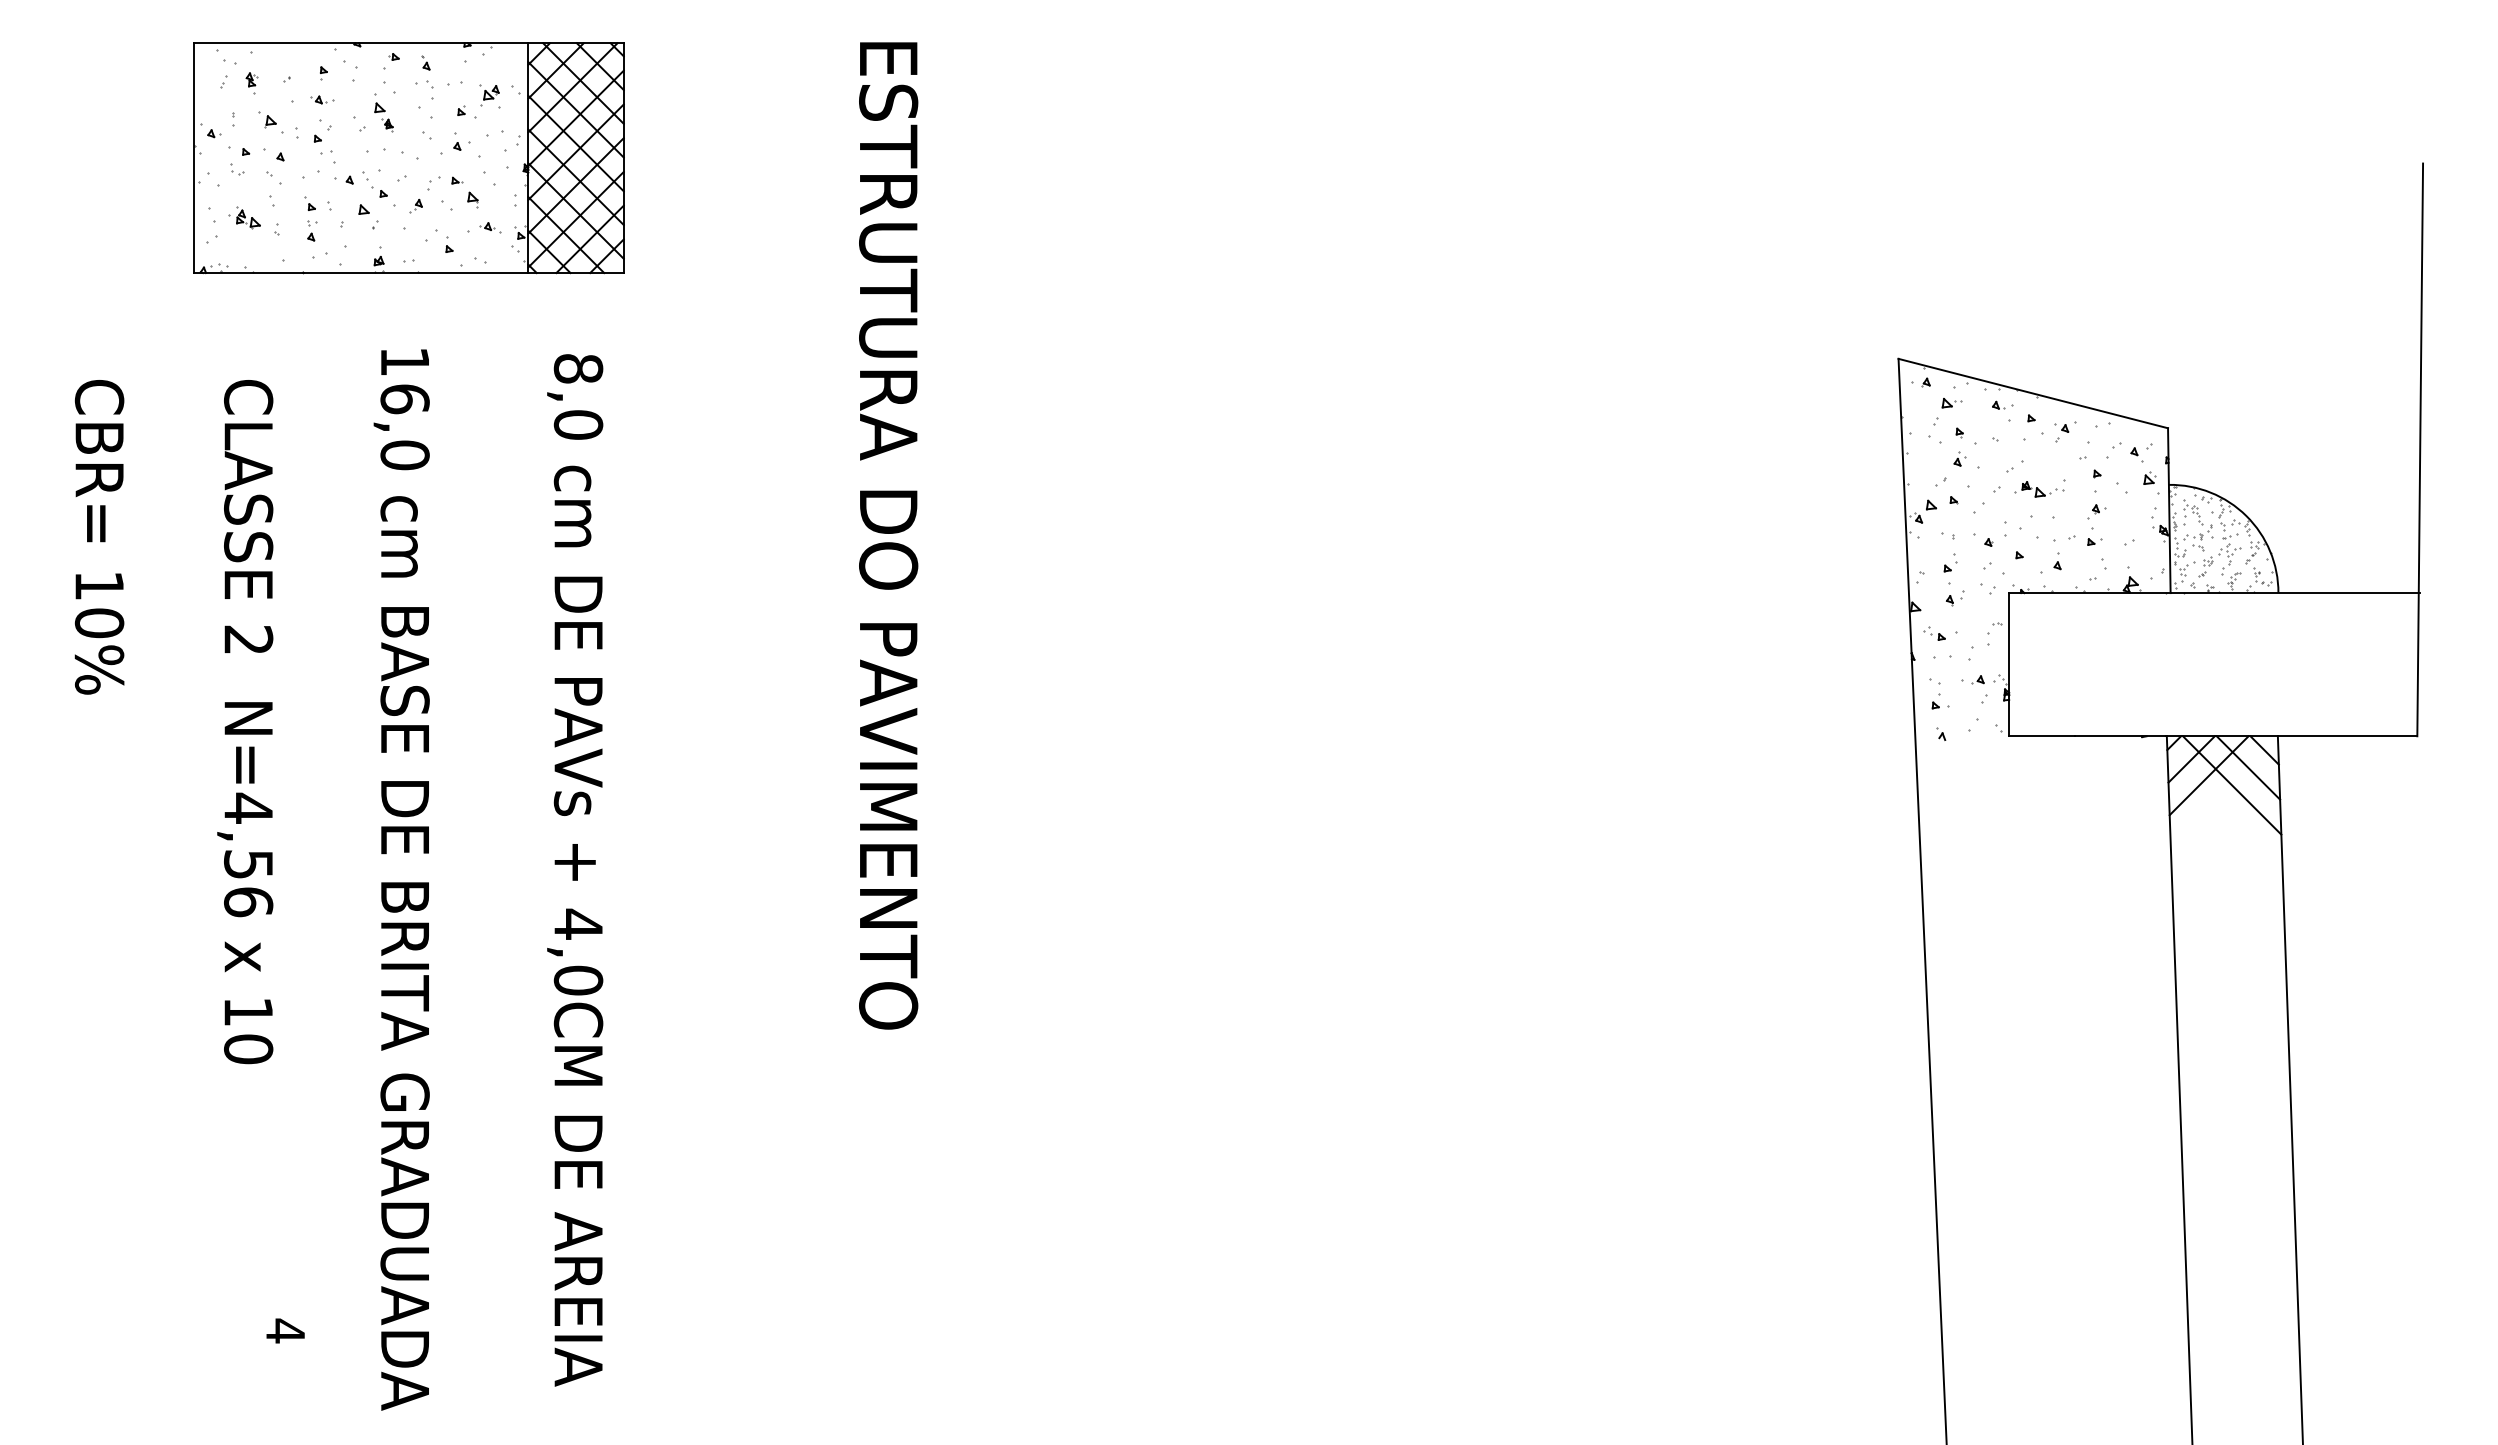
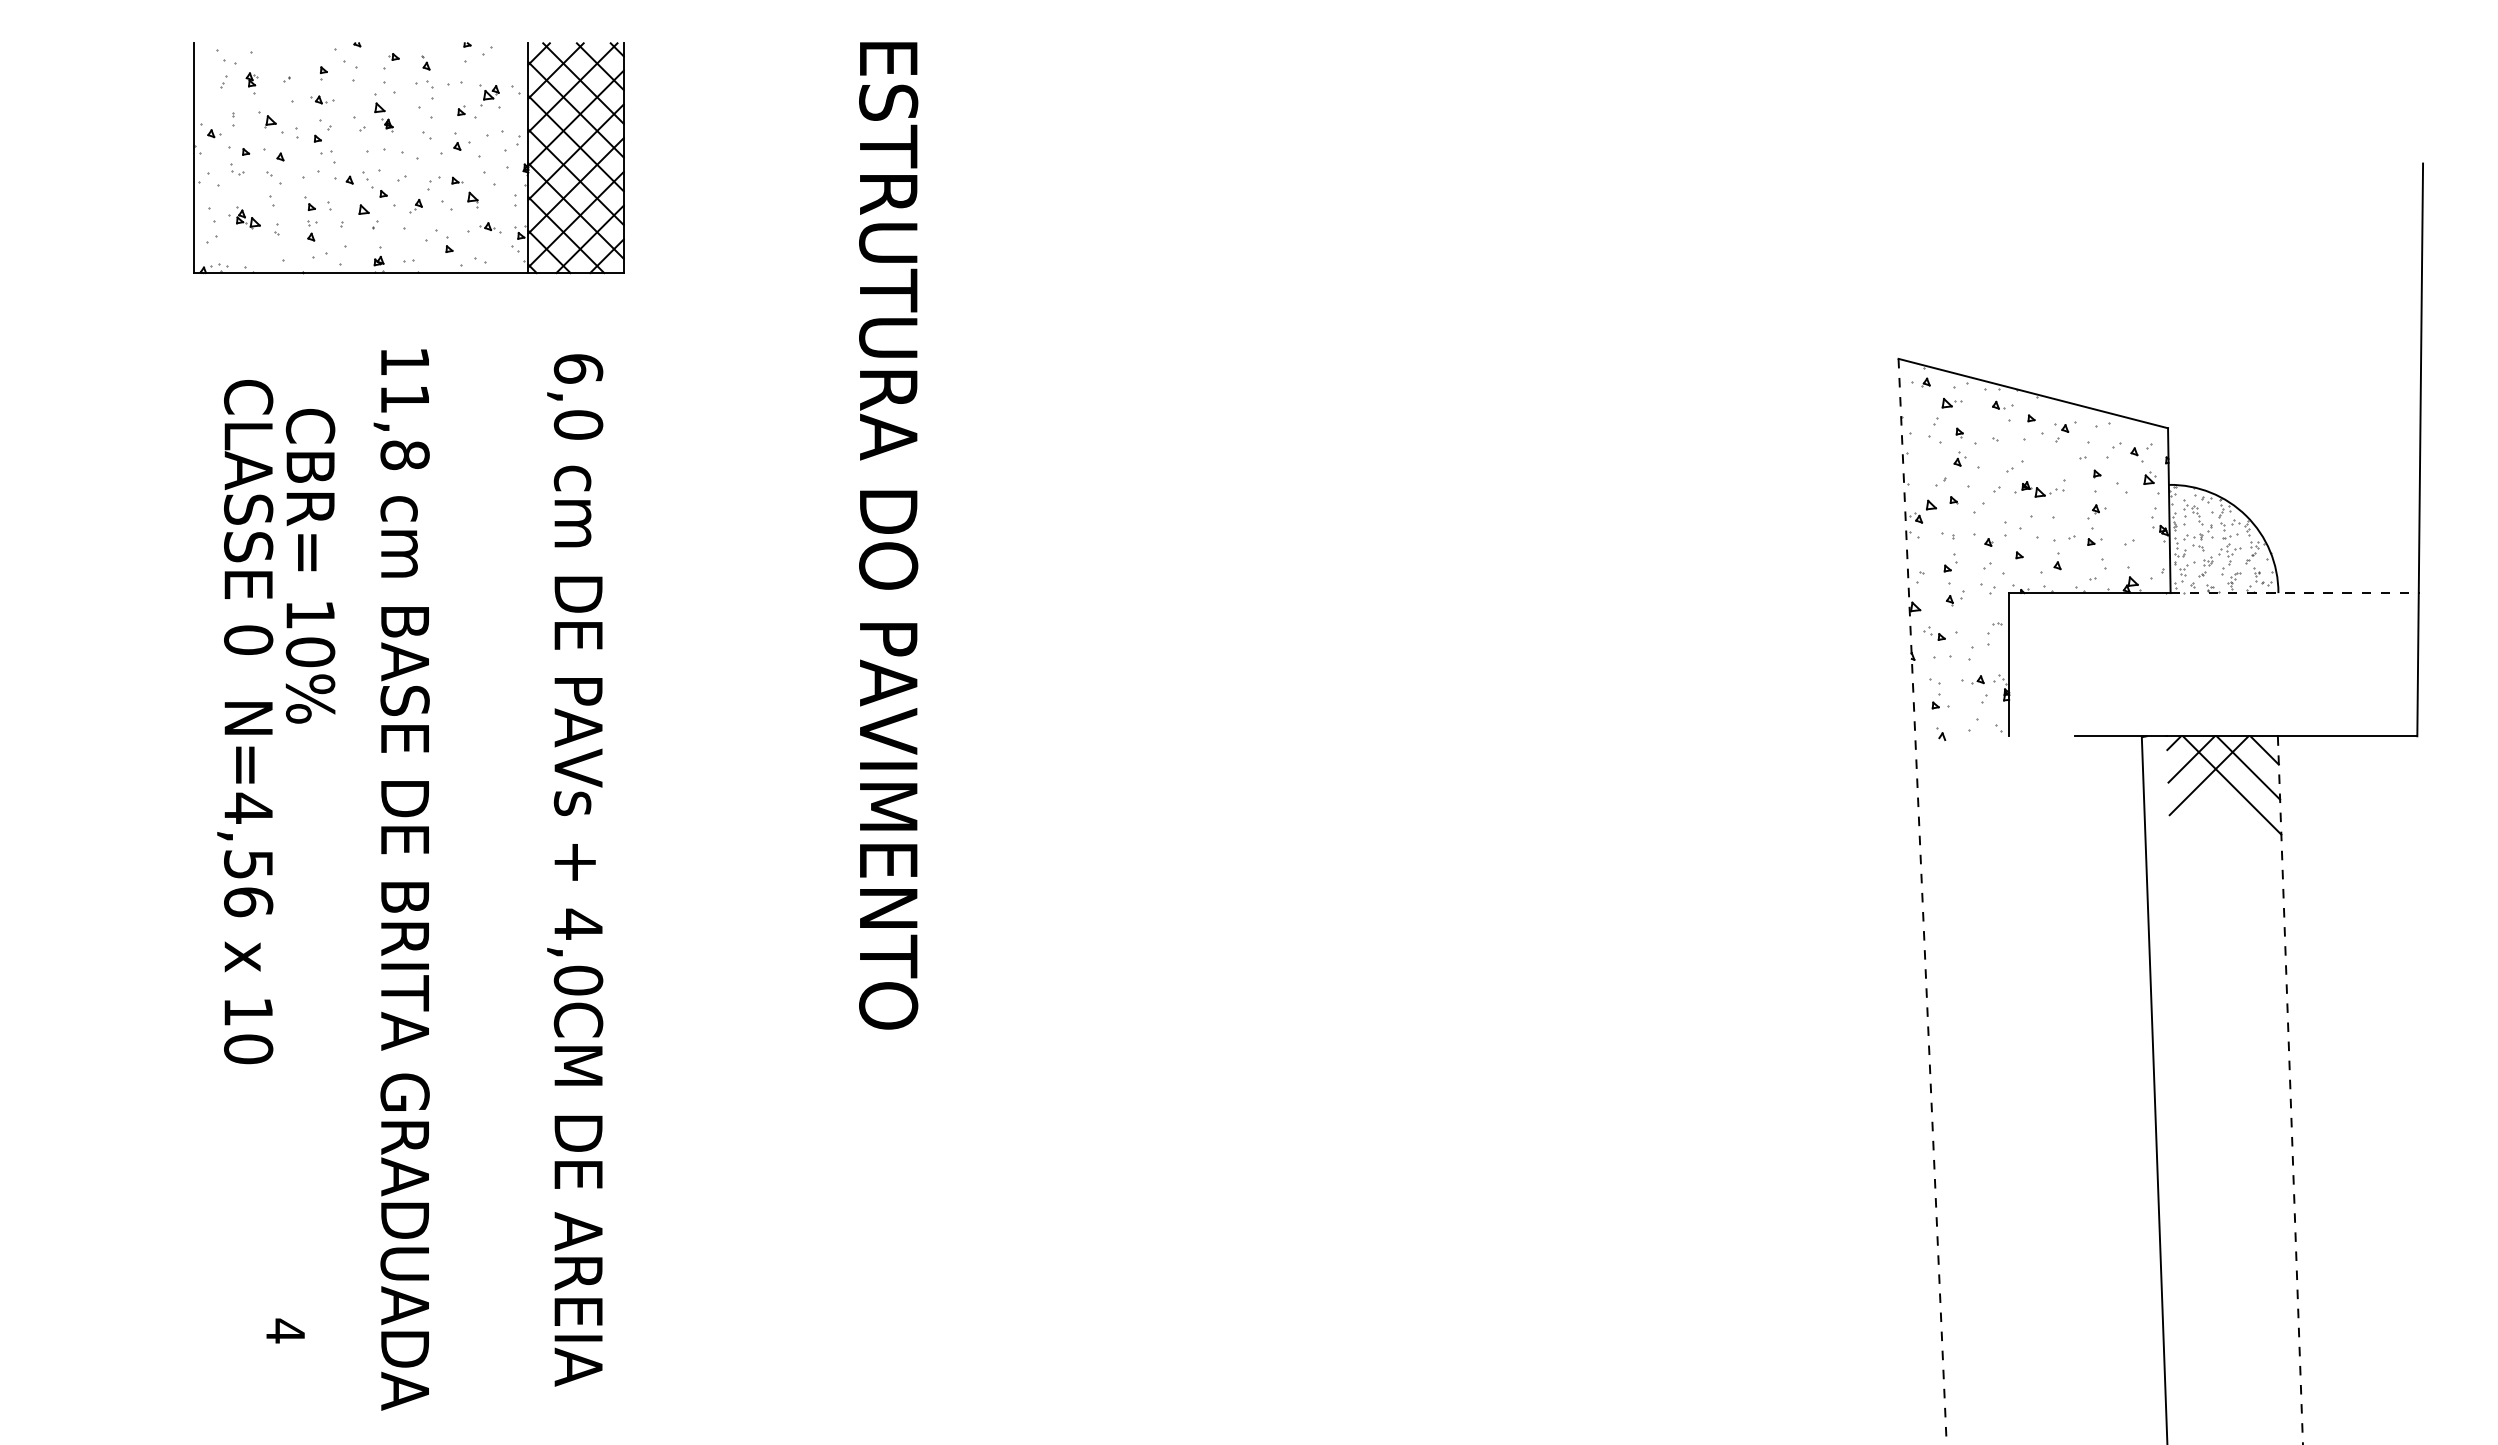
line at (408, 43): present -> none
text at (578, 368): 8,0 -> 6,0
text at (404, 427): 16,0 -> 11,8
text at (99, 537) position: (99, 537) -> (310, 566)
line at (2295, 593): solid -> dashed
text at (248, 639): 2 -> 0
line at (2041, 736): present -> none
line at (1922, 902): solid -> dashed
line at (2179, 1088) position: (2179, 1088) -> (2154, 1089)
line at (2290, 1091): solid -> dashed
